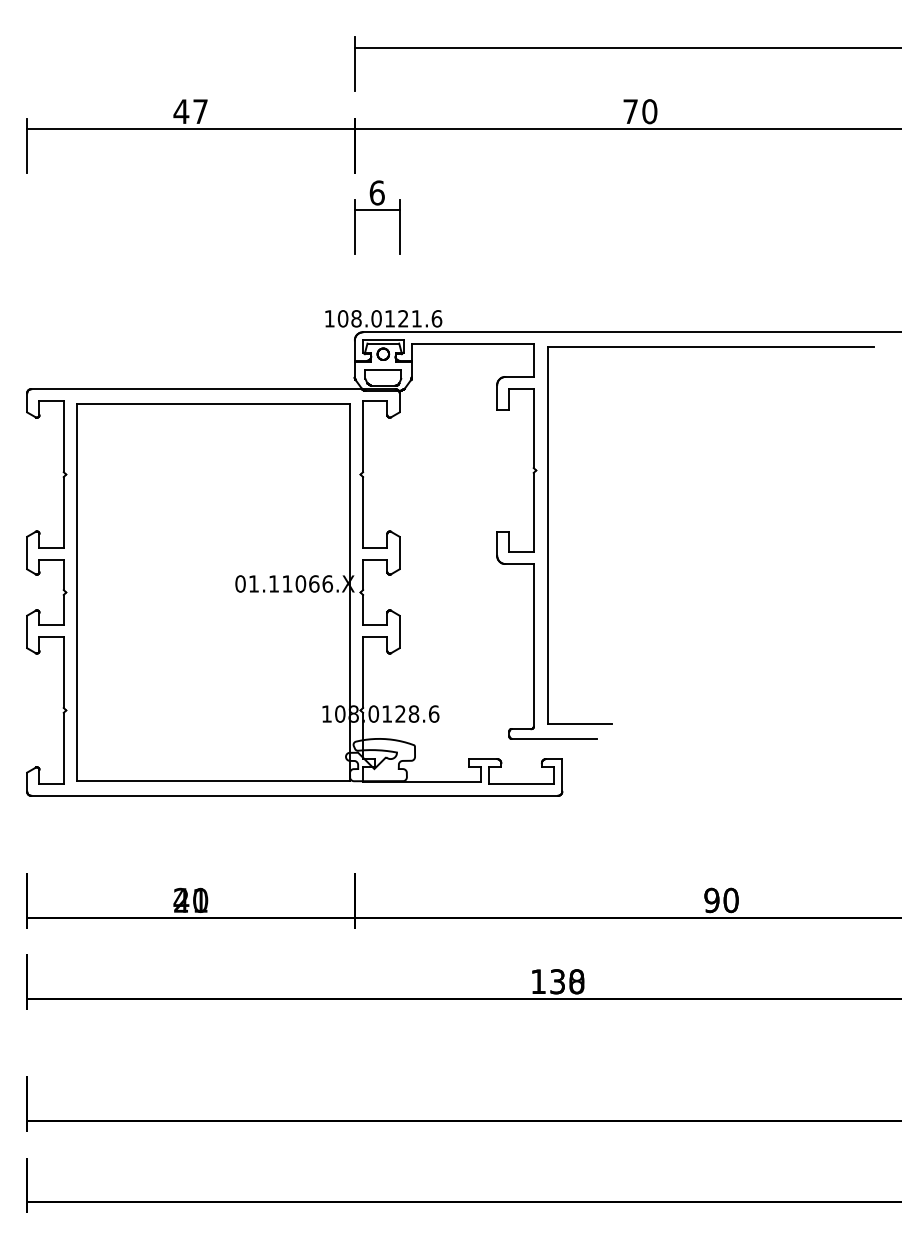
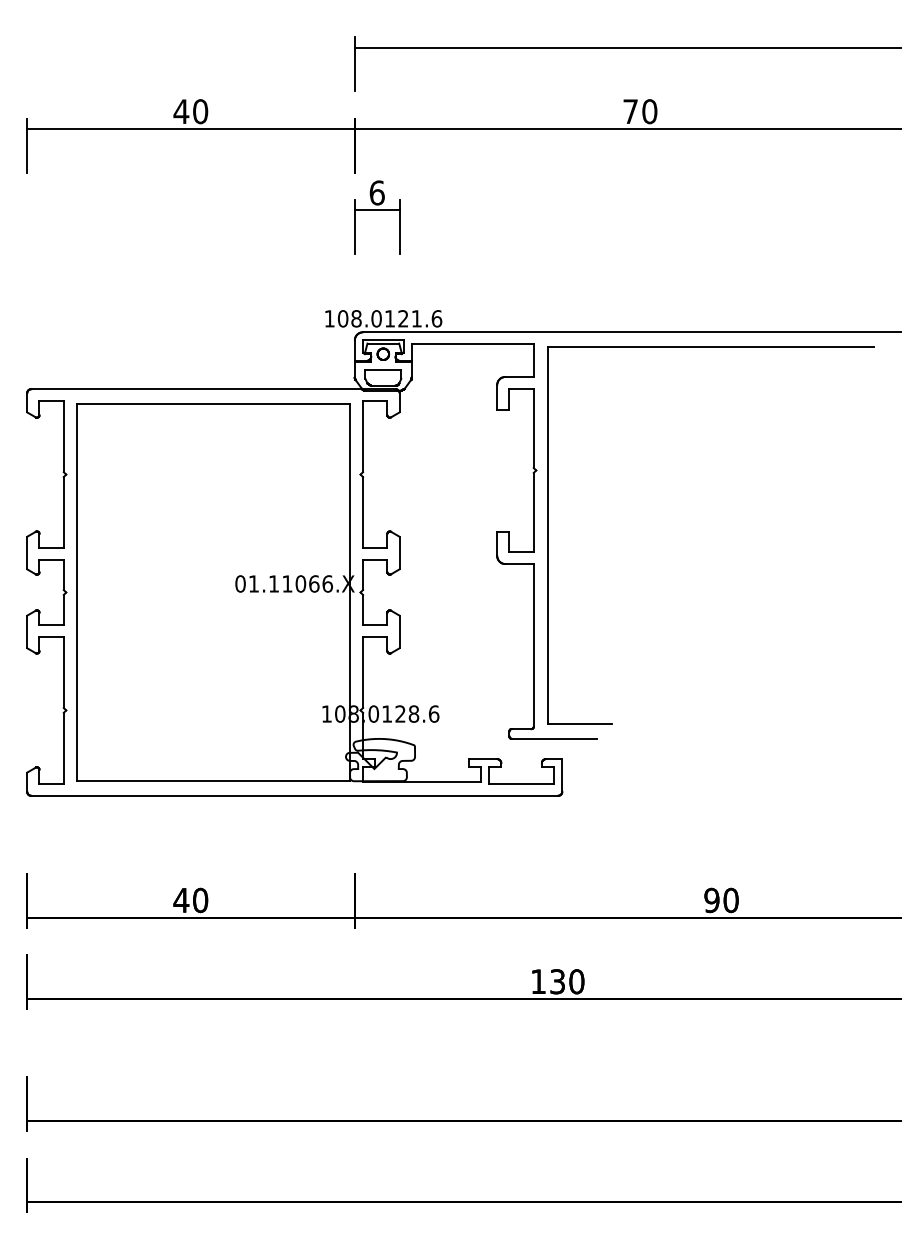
text at (200, 111): 47 -> 40
text at (190, 899): 21 -> 40
text at (576, 981): 138 -> 130
